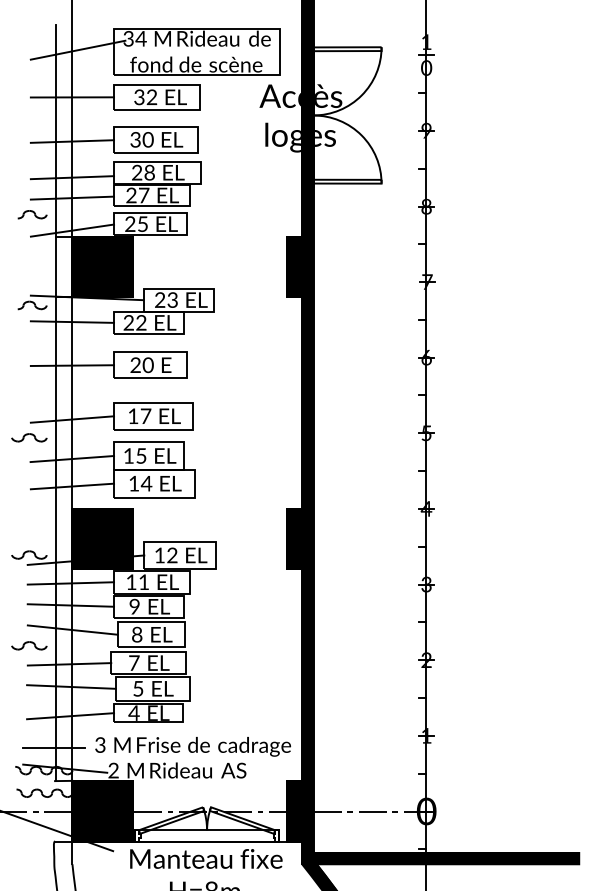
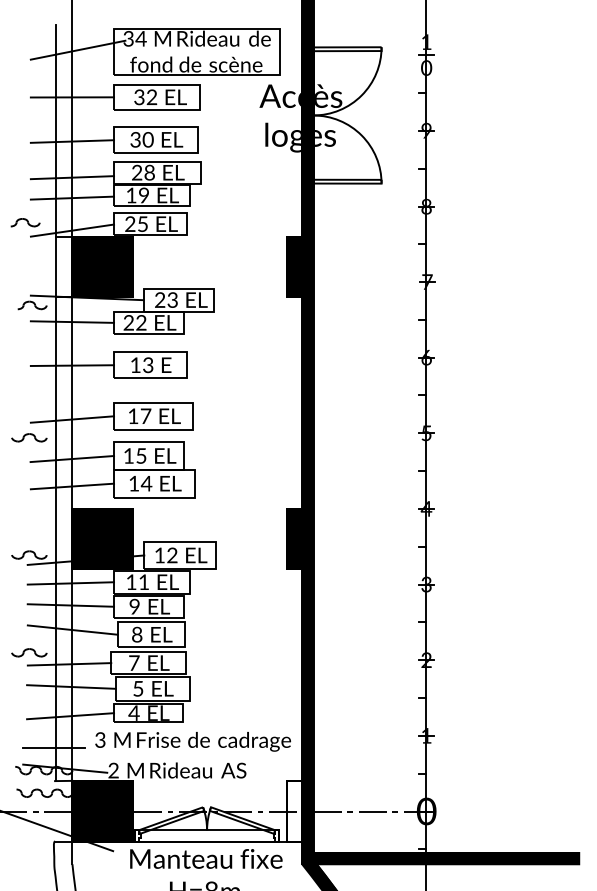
text at (137, 195): 27 -> 19
part at (32, 214) position: (32, 214) -> (25, 222)
text at (141, 364): 20 -> 13
part at (29, 645) position: (29, 645) -> (29, 652)
text at (192, 746) position: (192, 746) -> (192, 741)
fill at (294, 811): present -> none
